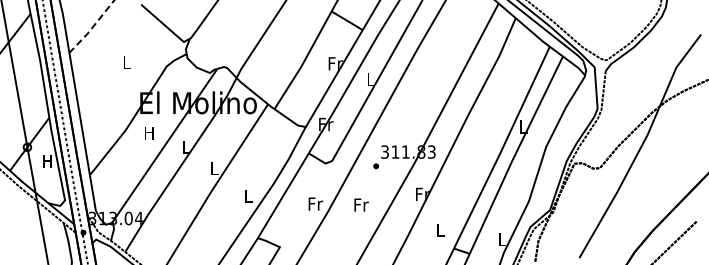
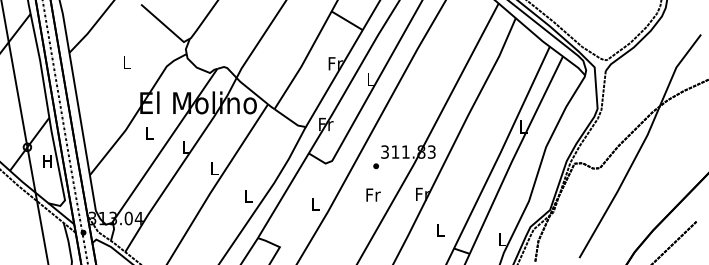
line at (91, 28): dashed -> solid
text at (149, 133): H -> L
text at (315, 203): Fr -> L
text at (361, 204) position: (361, 204) -> (373, 194)
